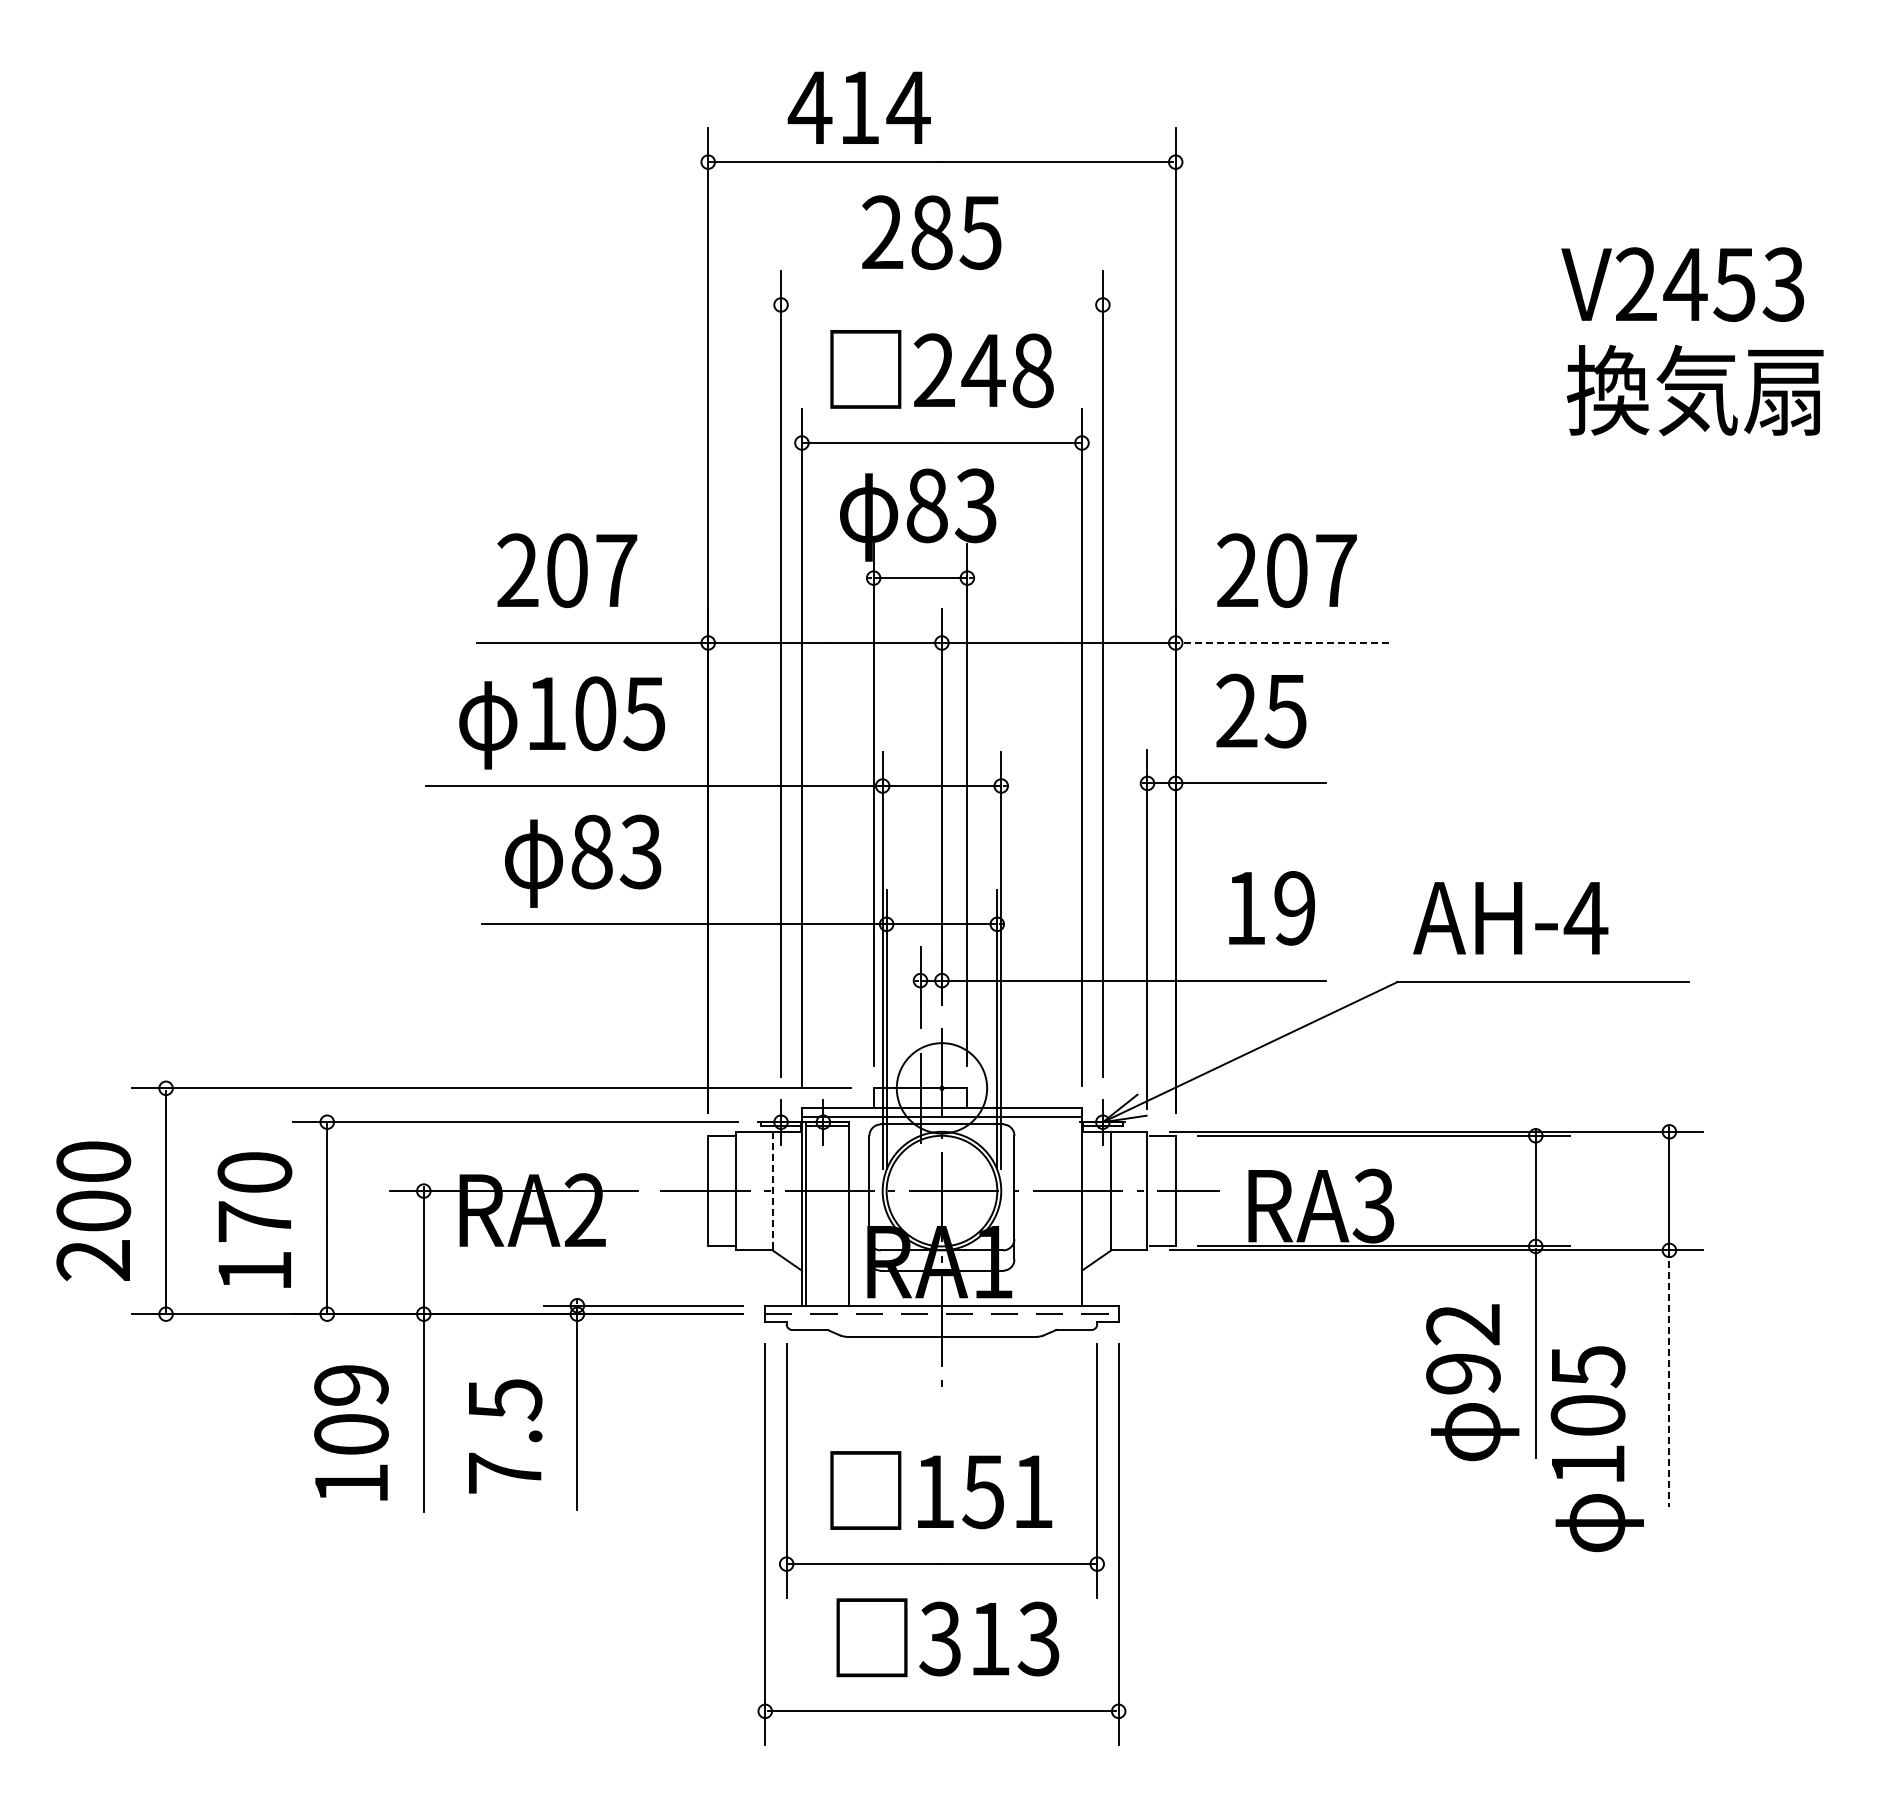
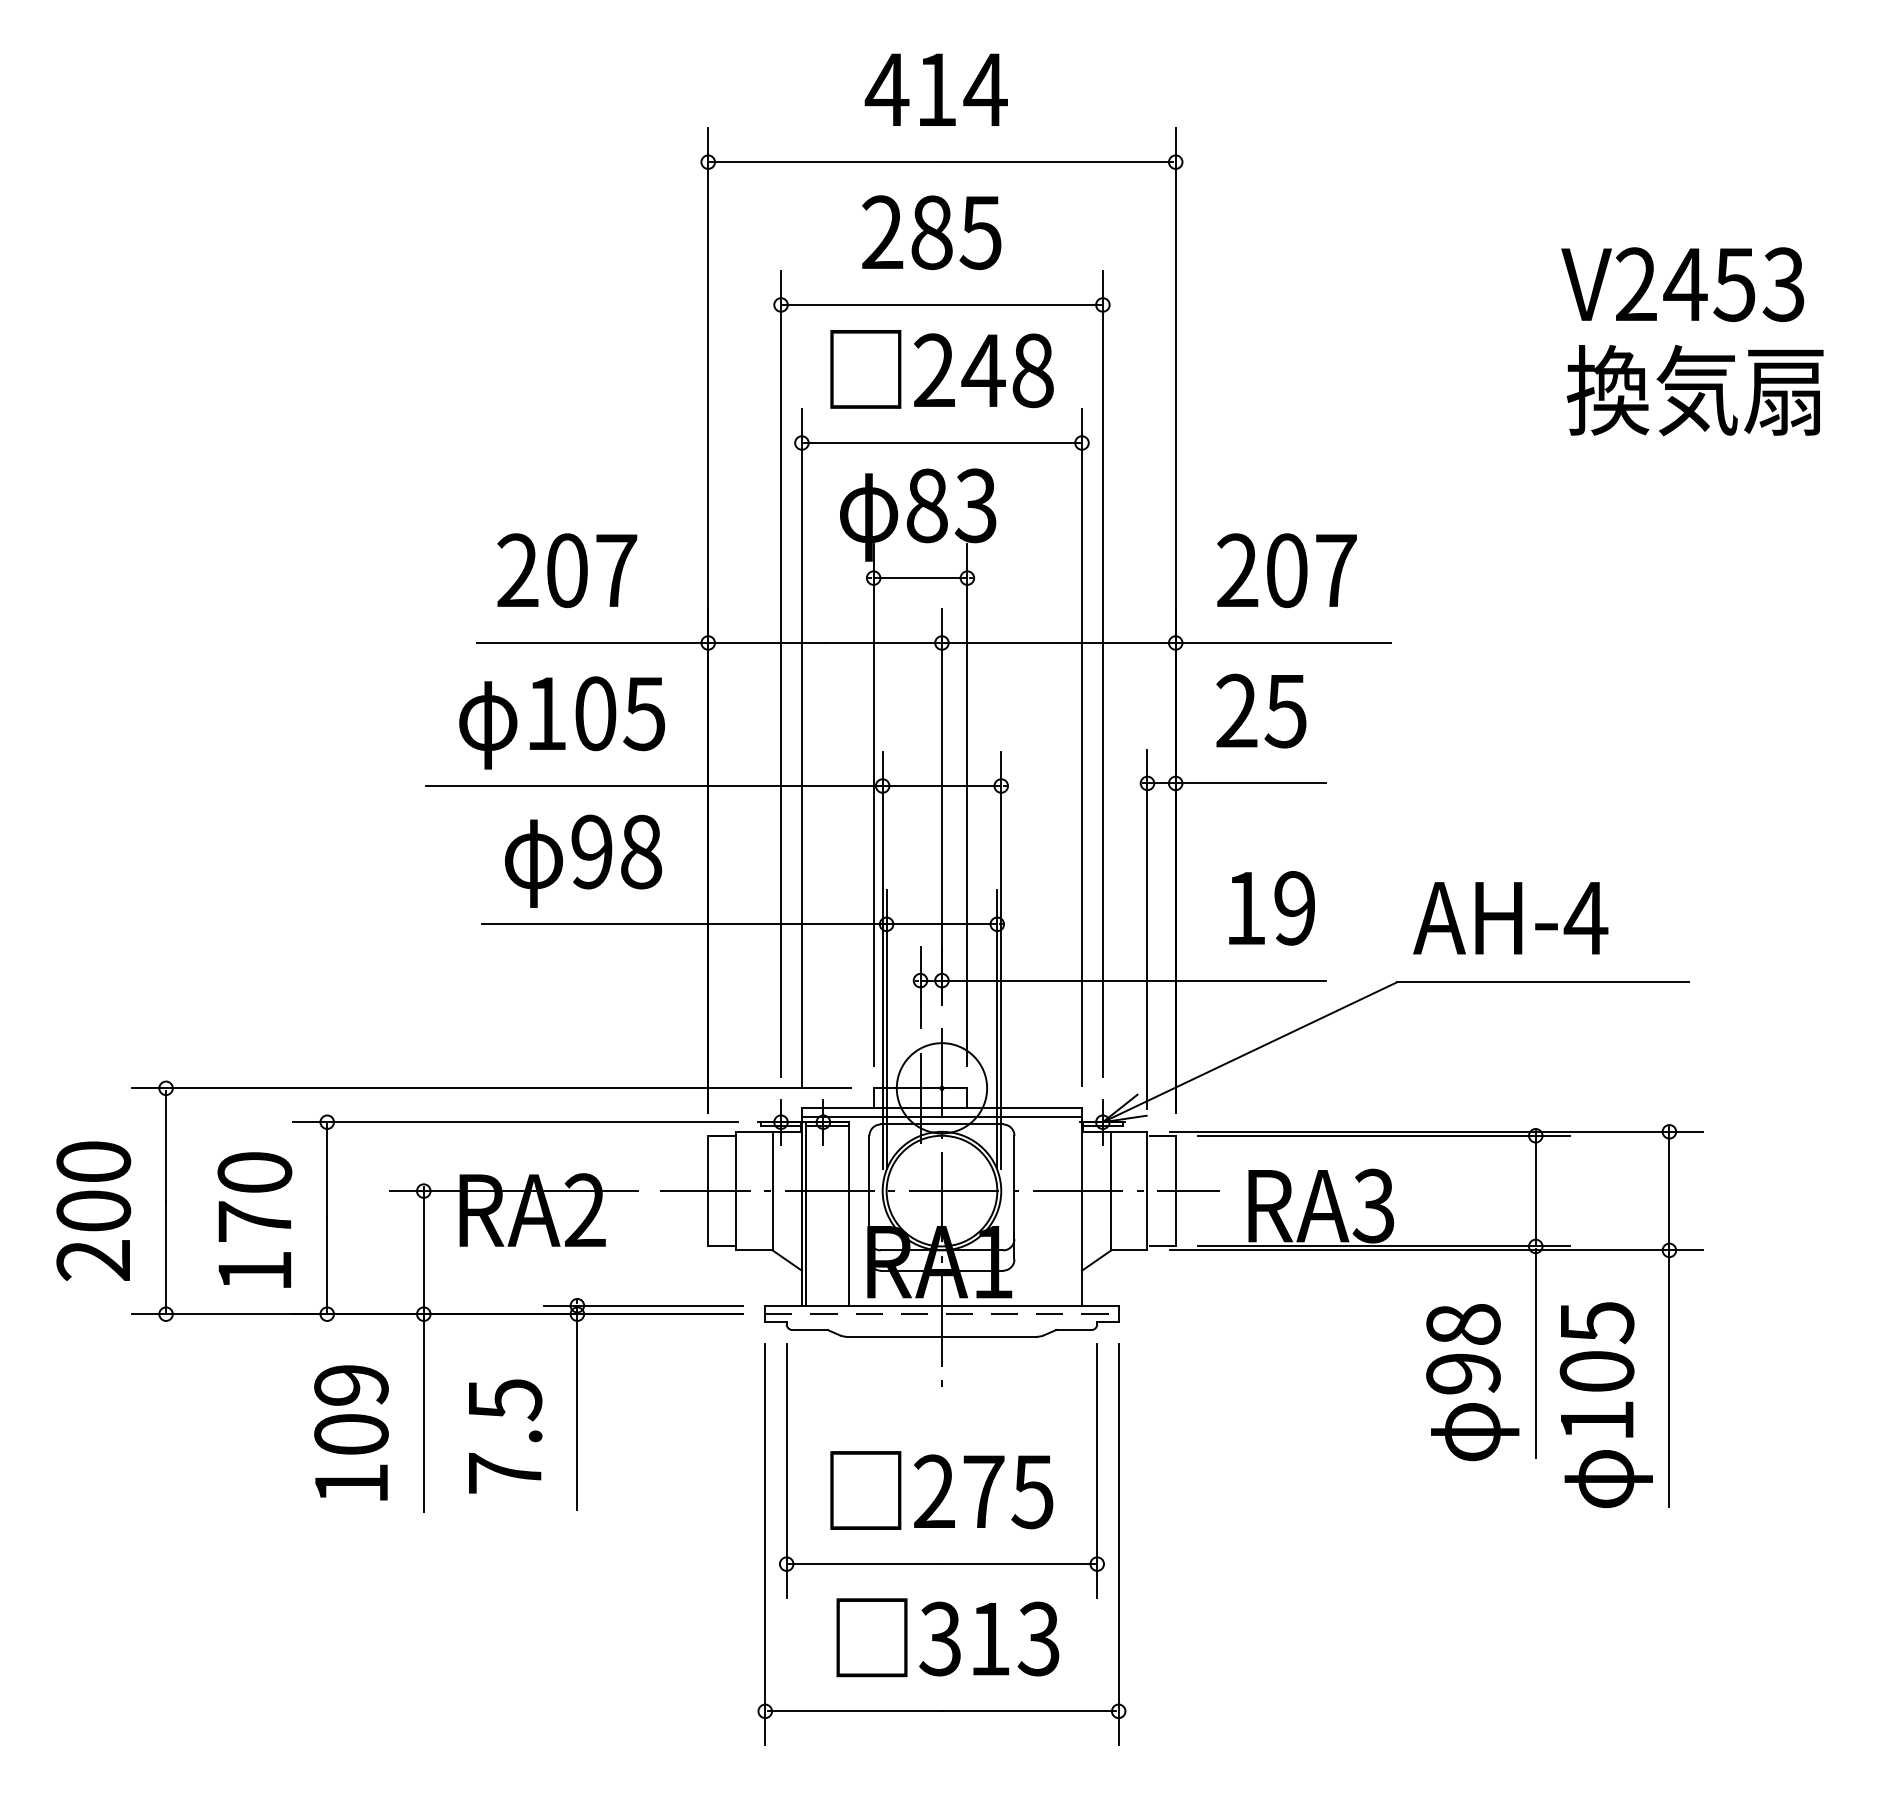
text at (858, 107) position: (858, 107) -> (935, 89)
line at (941, 304): none -> present
line at (1282, 642): dashed -> solid
text at (616, 851): 83 -> 98
line at (772, 1191): dashed -> solid
text at (1463, 1324): 92 -> 98
line at (1669, 1379): dashed -> solid
text at (1596, 1449) position: (1596, 1449) -> (1605, 1405)
text at (983, 1491): 151 -> 275
